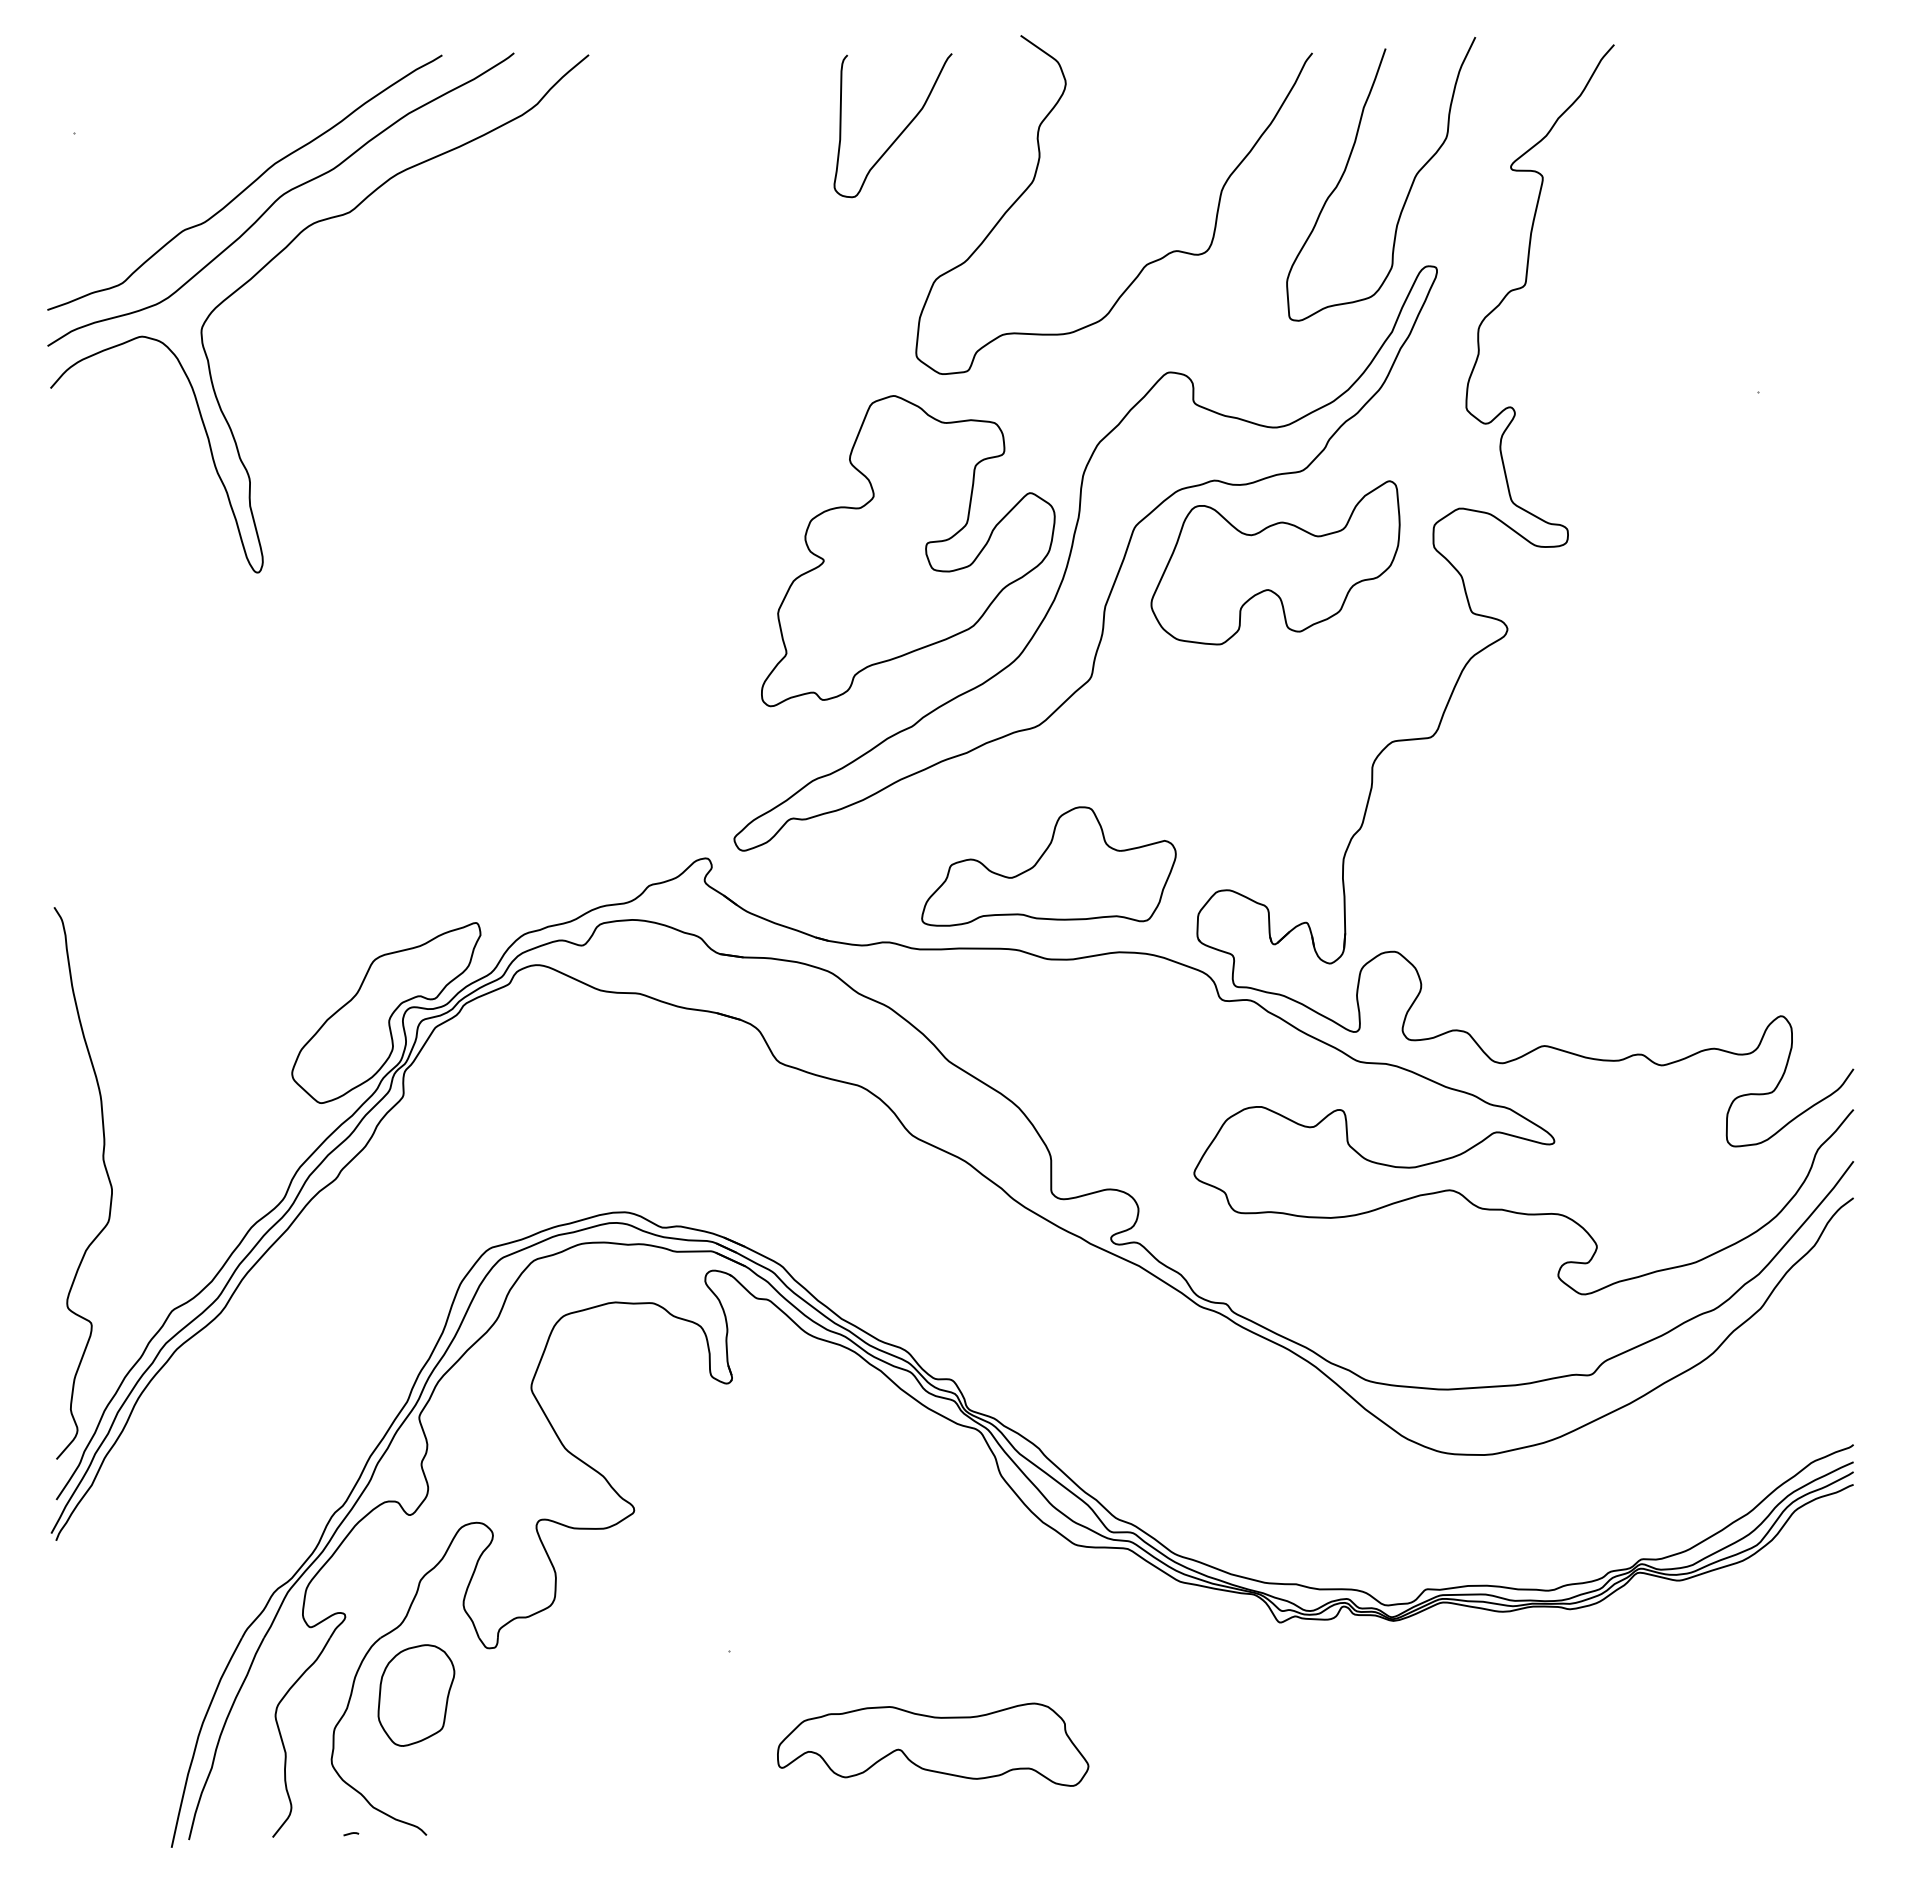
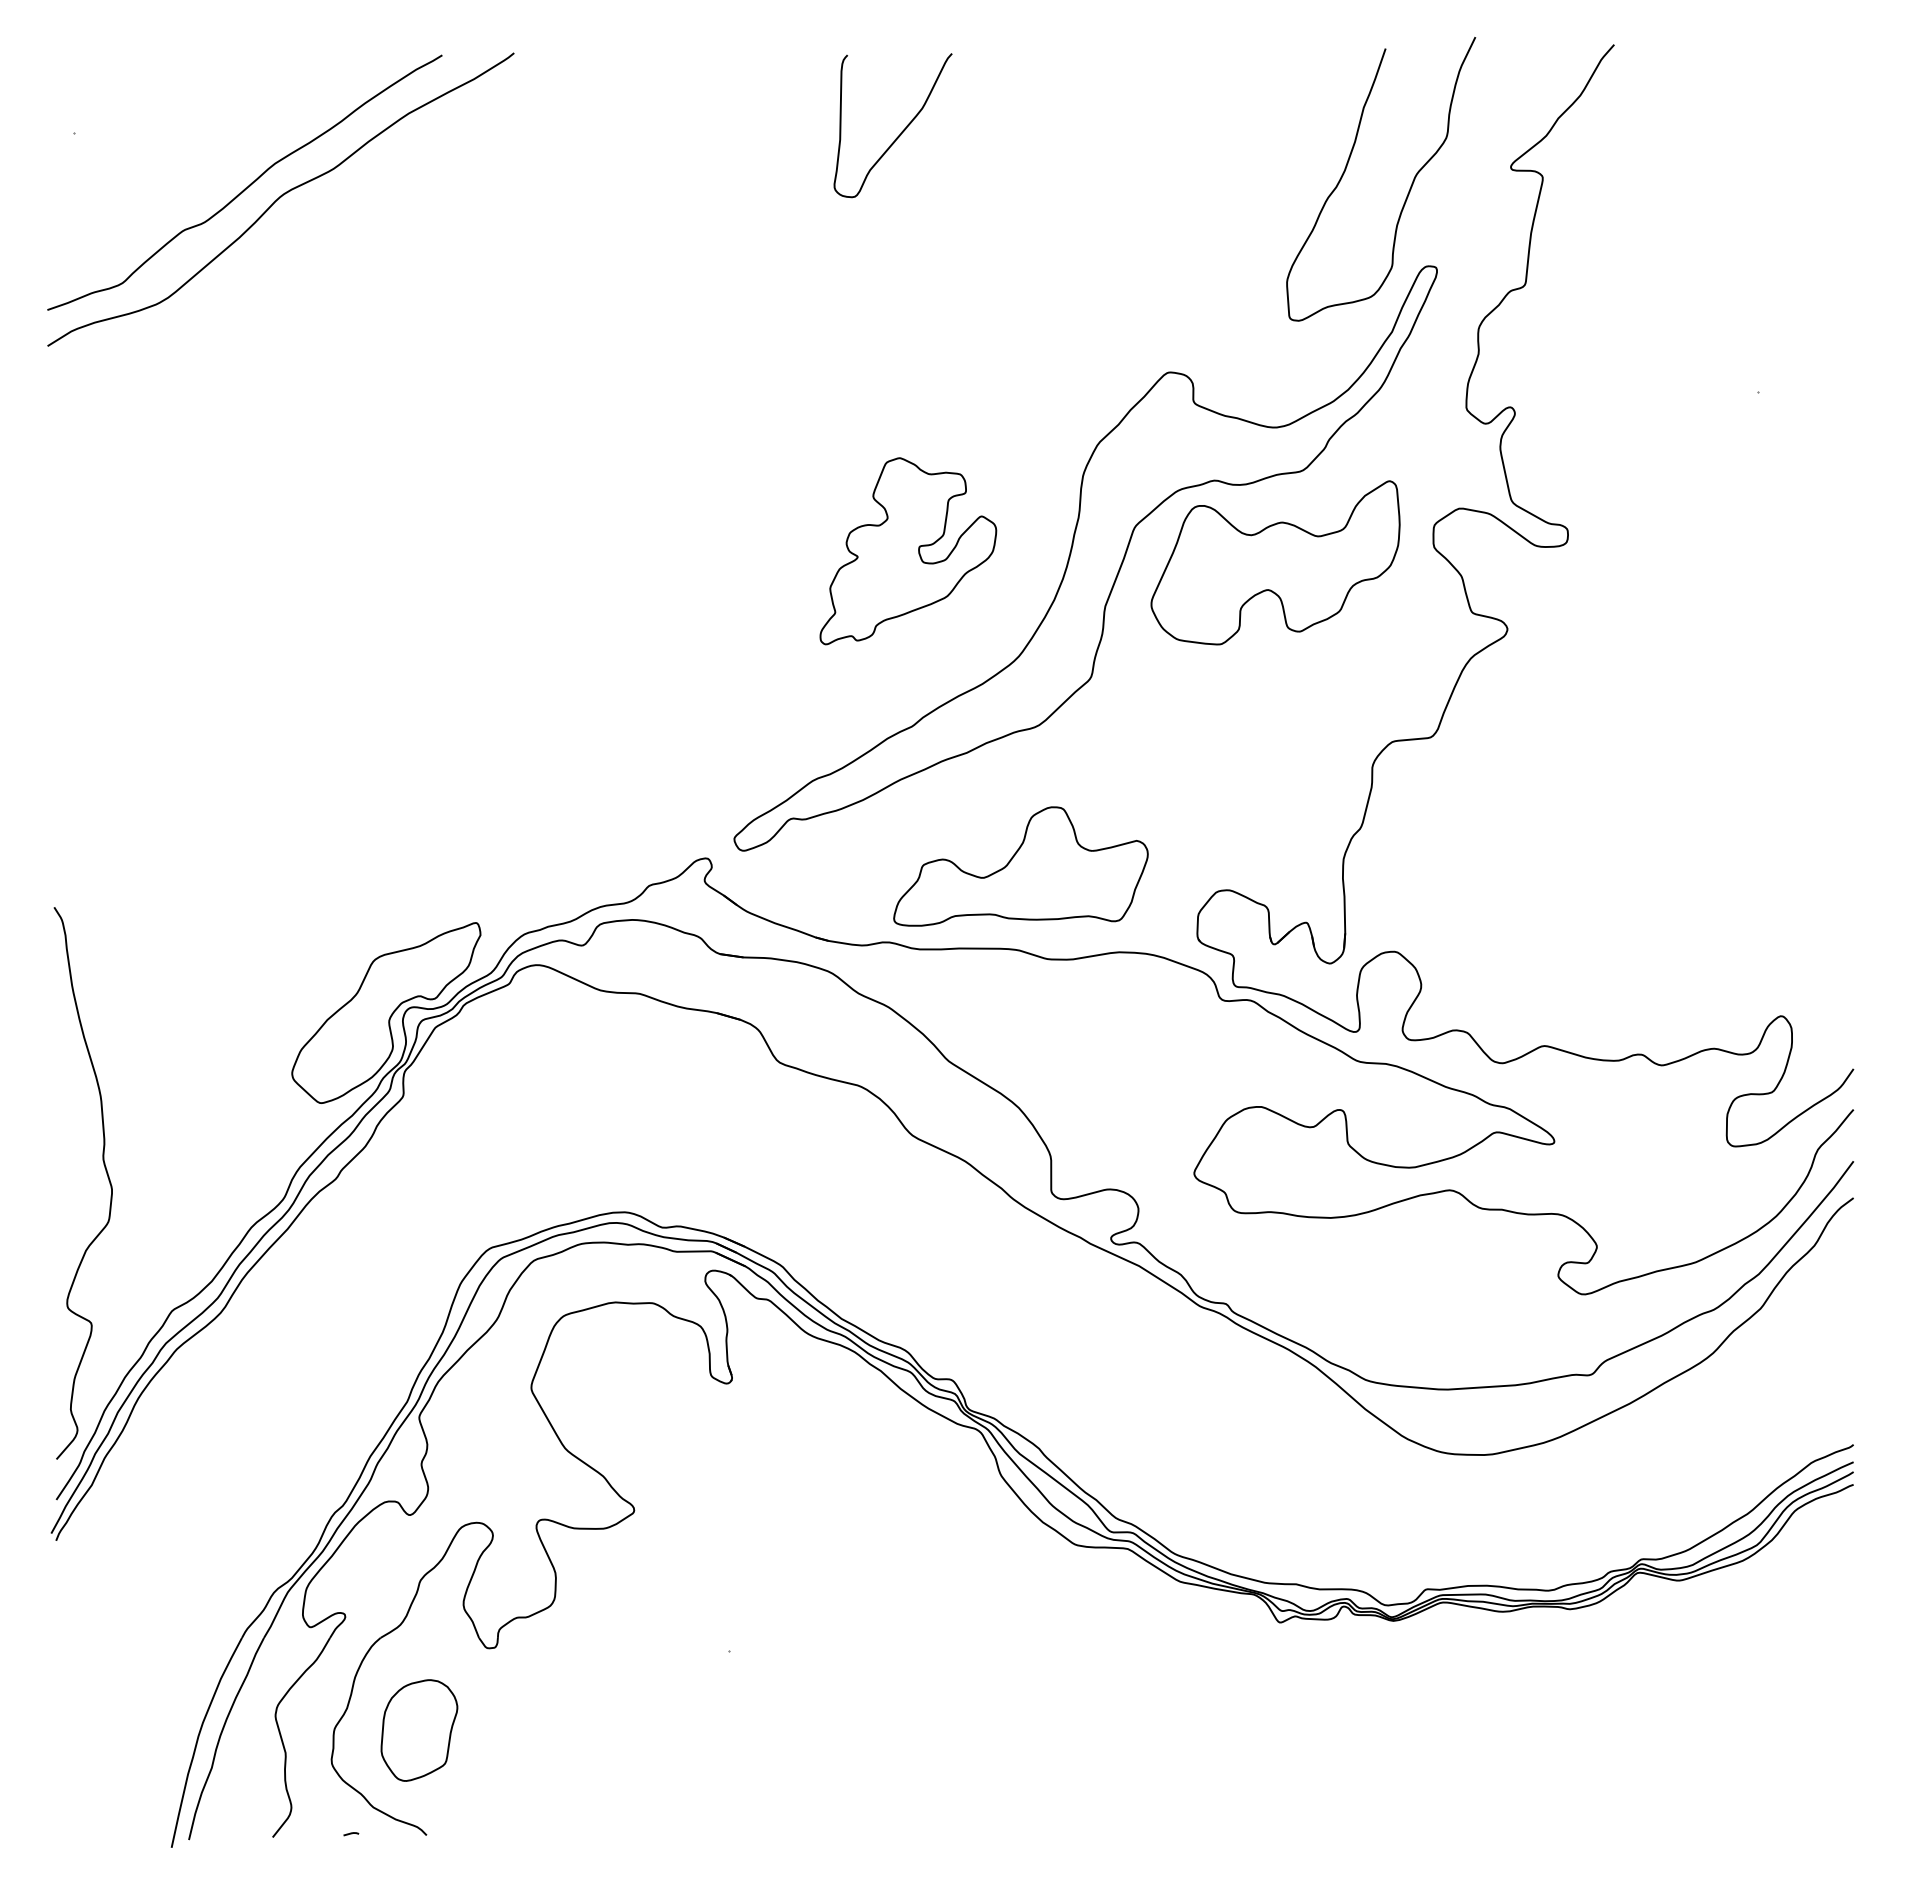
curve at (276, 257): present -> none
curve at (1145, 264): present -> none
part at (908, 551) size: 295x313 px -> 179x189 px
part at (1048, 866) position: (1048, 866) -> (1020, 866)
part at (416, 1695) position: (416, 1695) -> (419, 1730)
part at (933, 1744): present -> none
